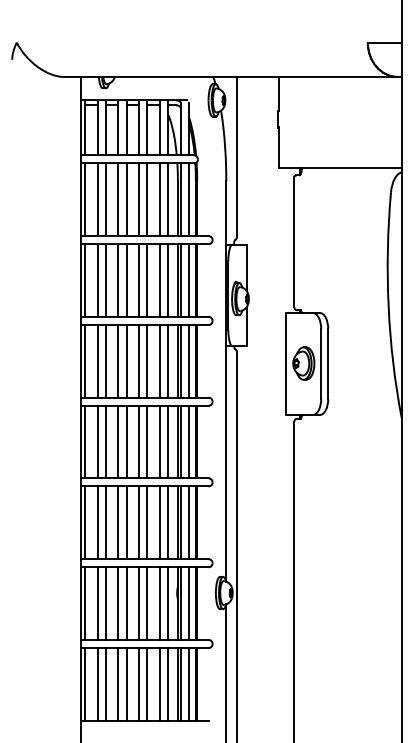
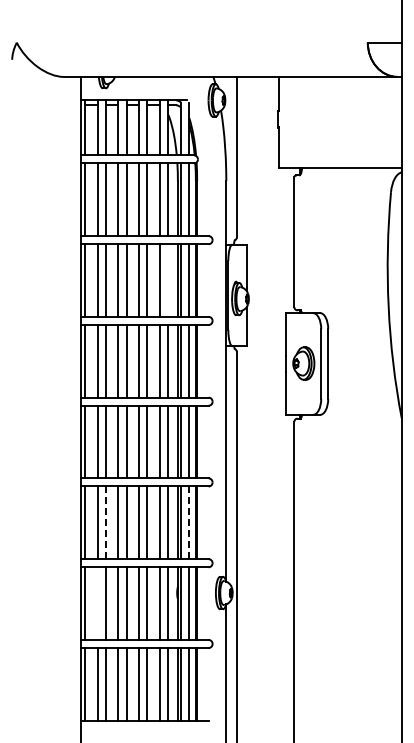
line at (168, 280): present -> none
line at (105, 522): solid -> dashed
line at (189, 522): solid -> dashed
line at (97, 603): present -> none
